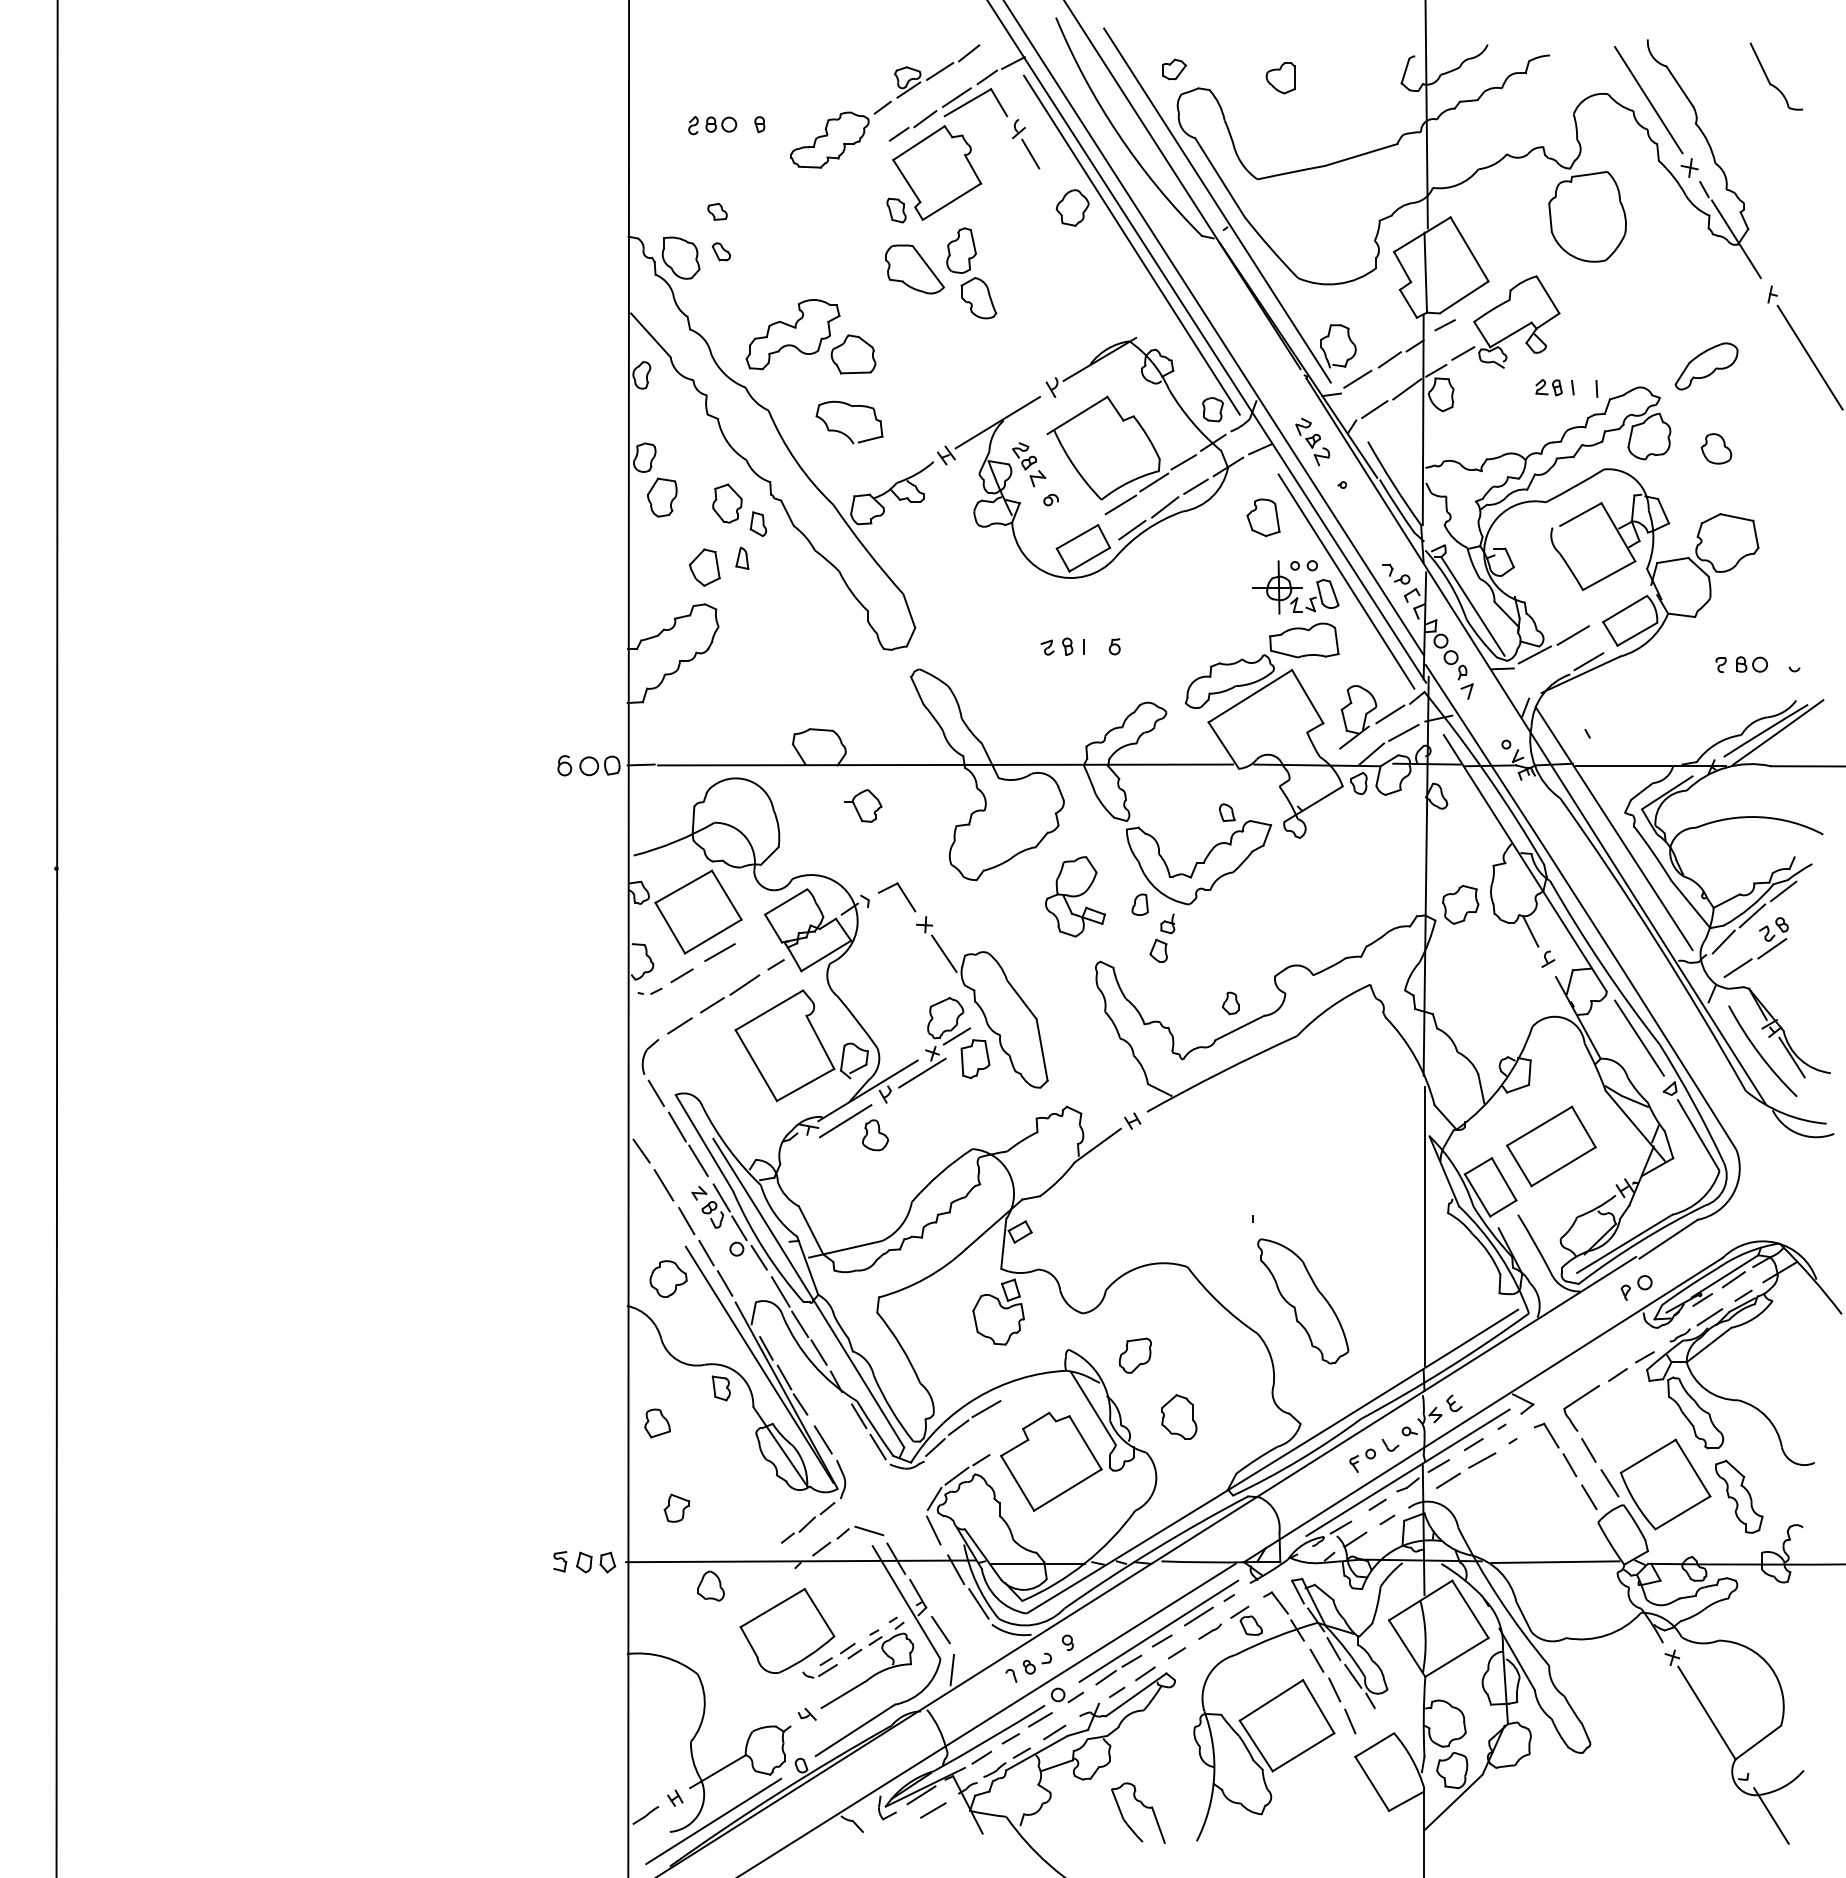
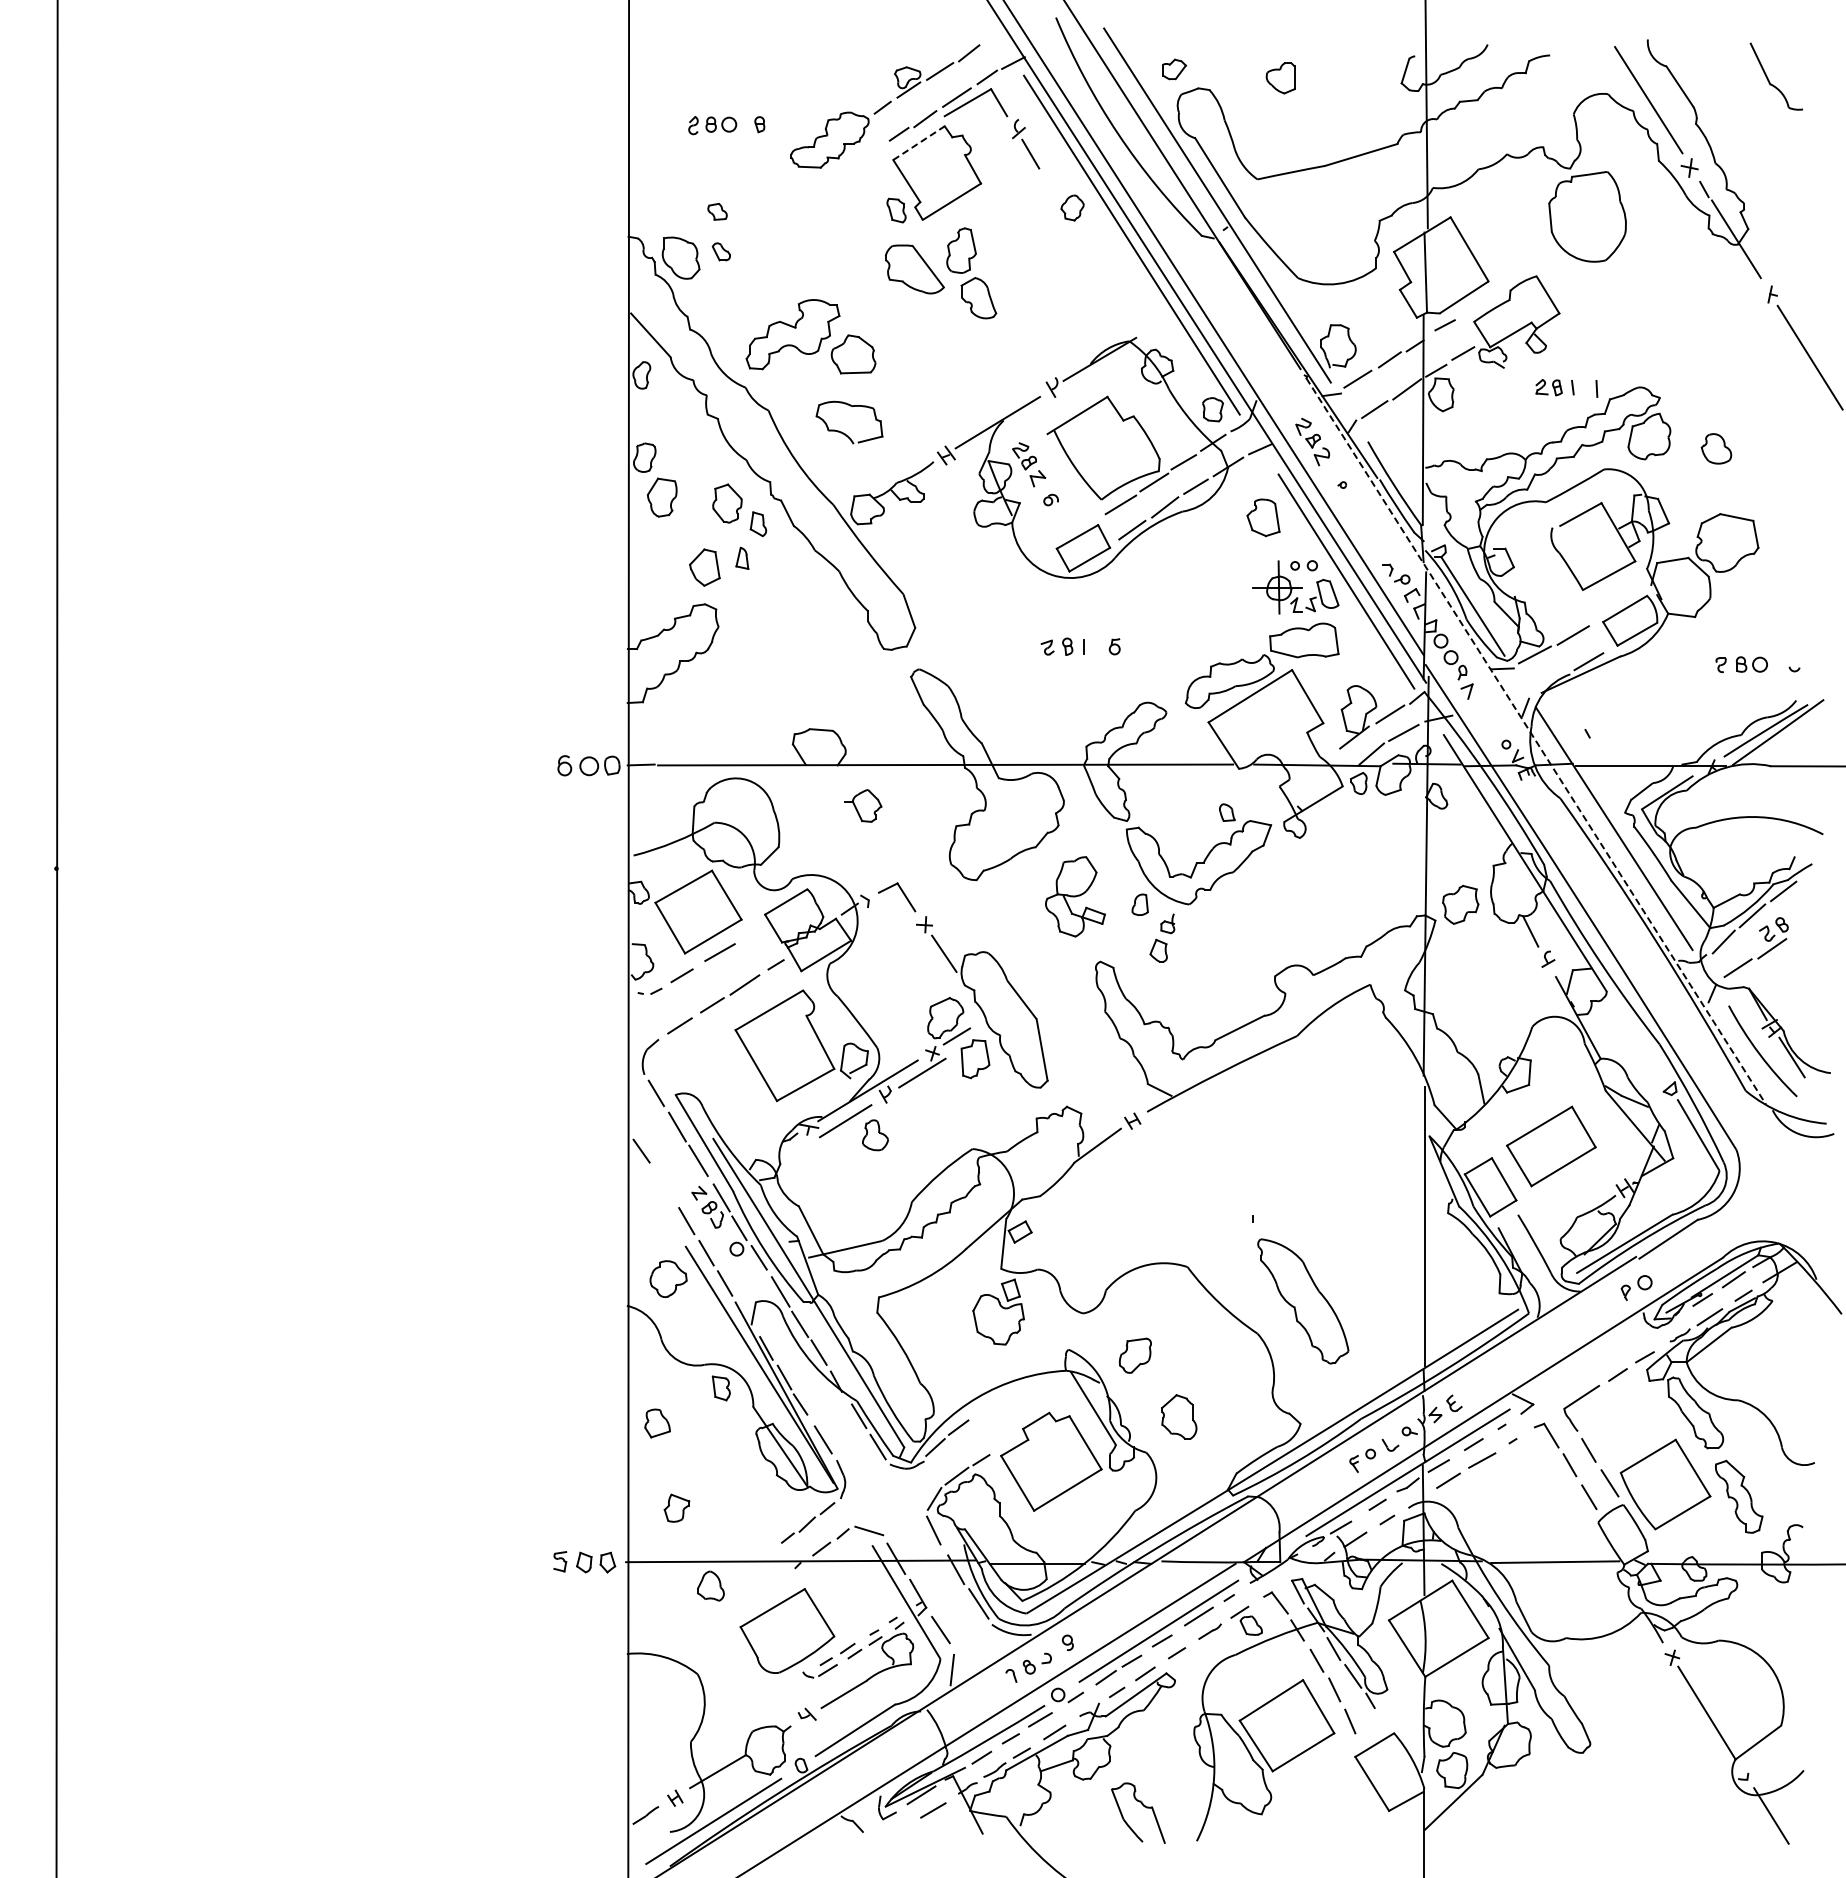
line at (919, 143): solid -> dashed
part at (1072, 207) size: 35x38 px -> 25x28 px
part at (1706, 366): present -> none
line at (1536, 741): solid -> dashed
part at (1230, 1003): present -> none
line at (1639, 1037): present -> none
line at (663, 1185): present -> none
line at (986, 1409): present -> none
